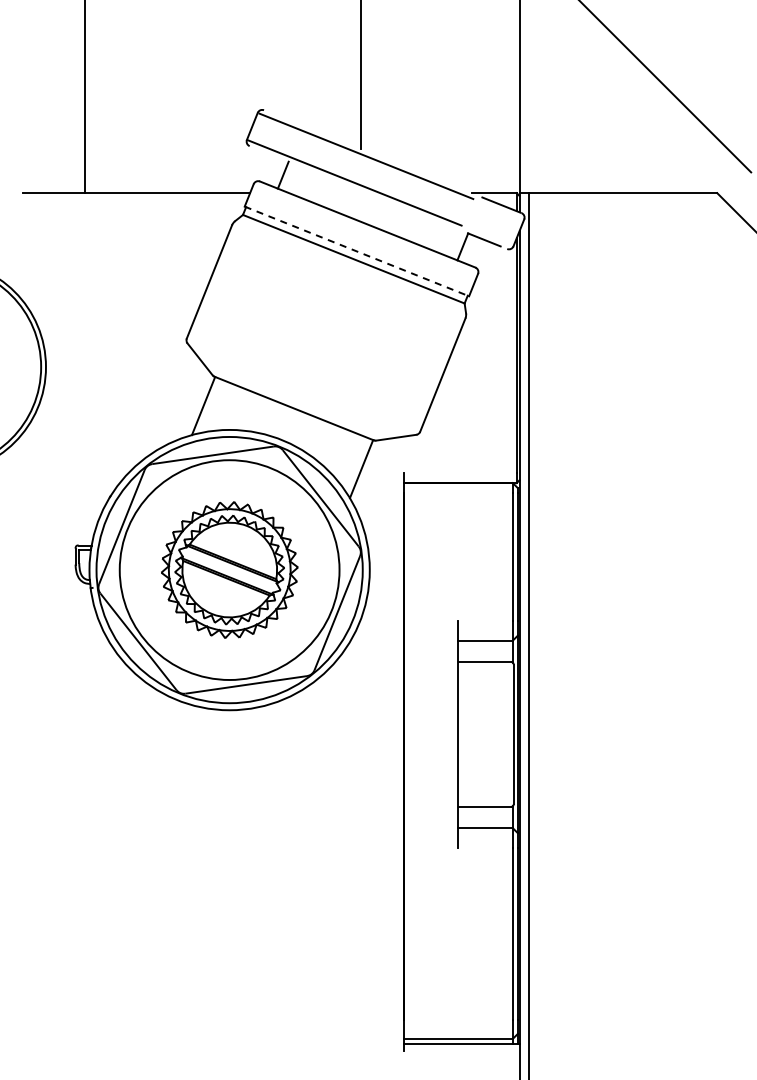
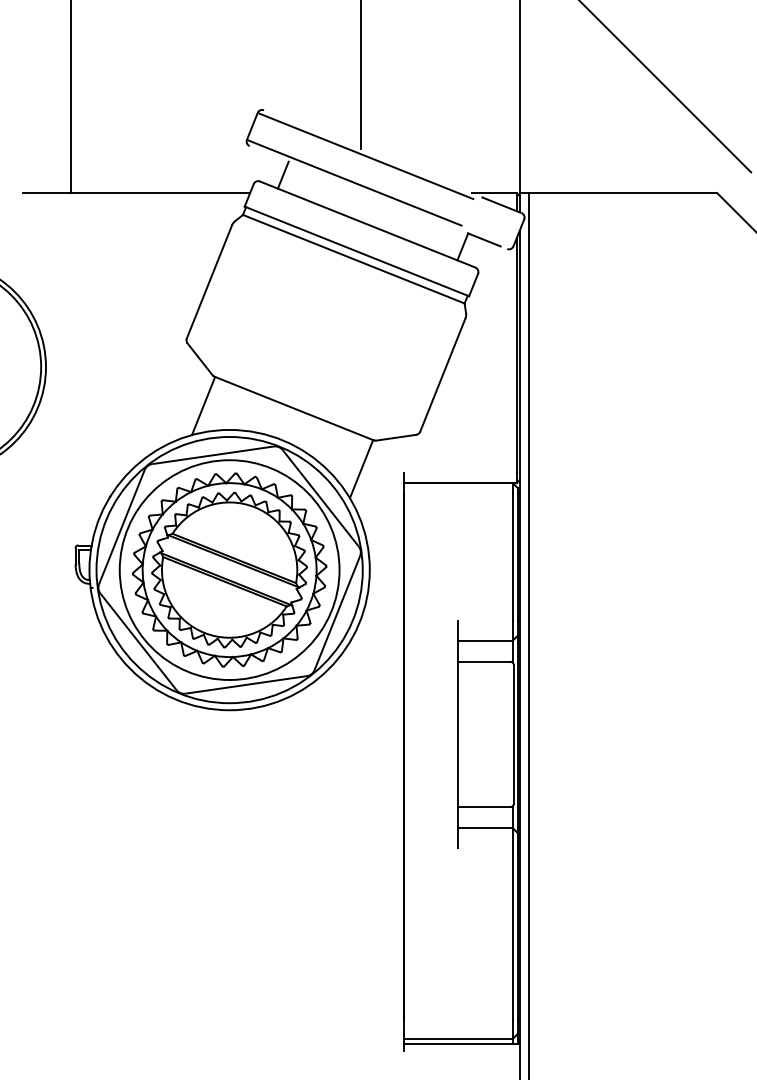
line at (85, 97) position: (85, 97) -> (71, 97)
line at (356, 251): dashed -> solid
part at (229, 569) size: 138x138 px -> 196x196 px
